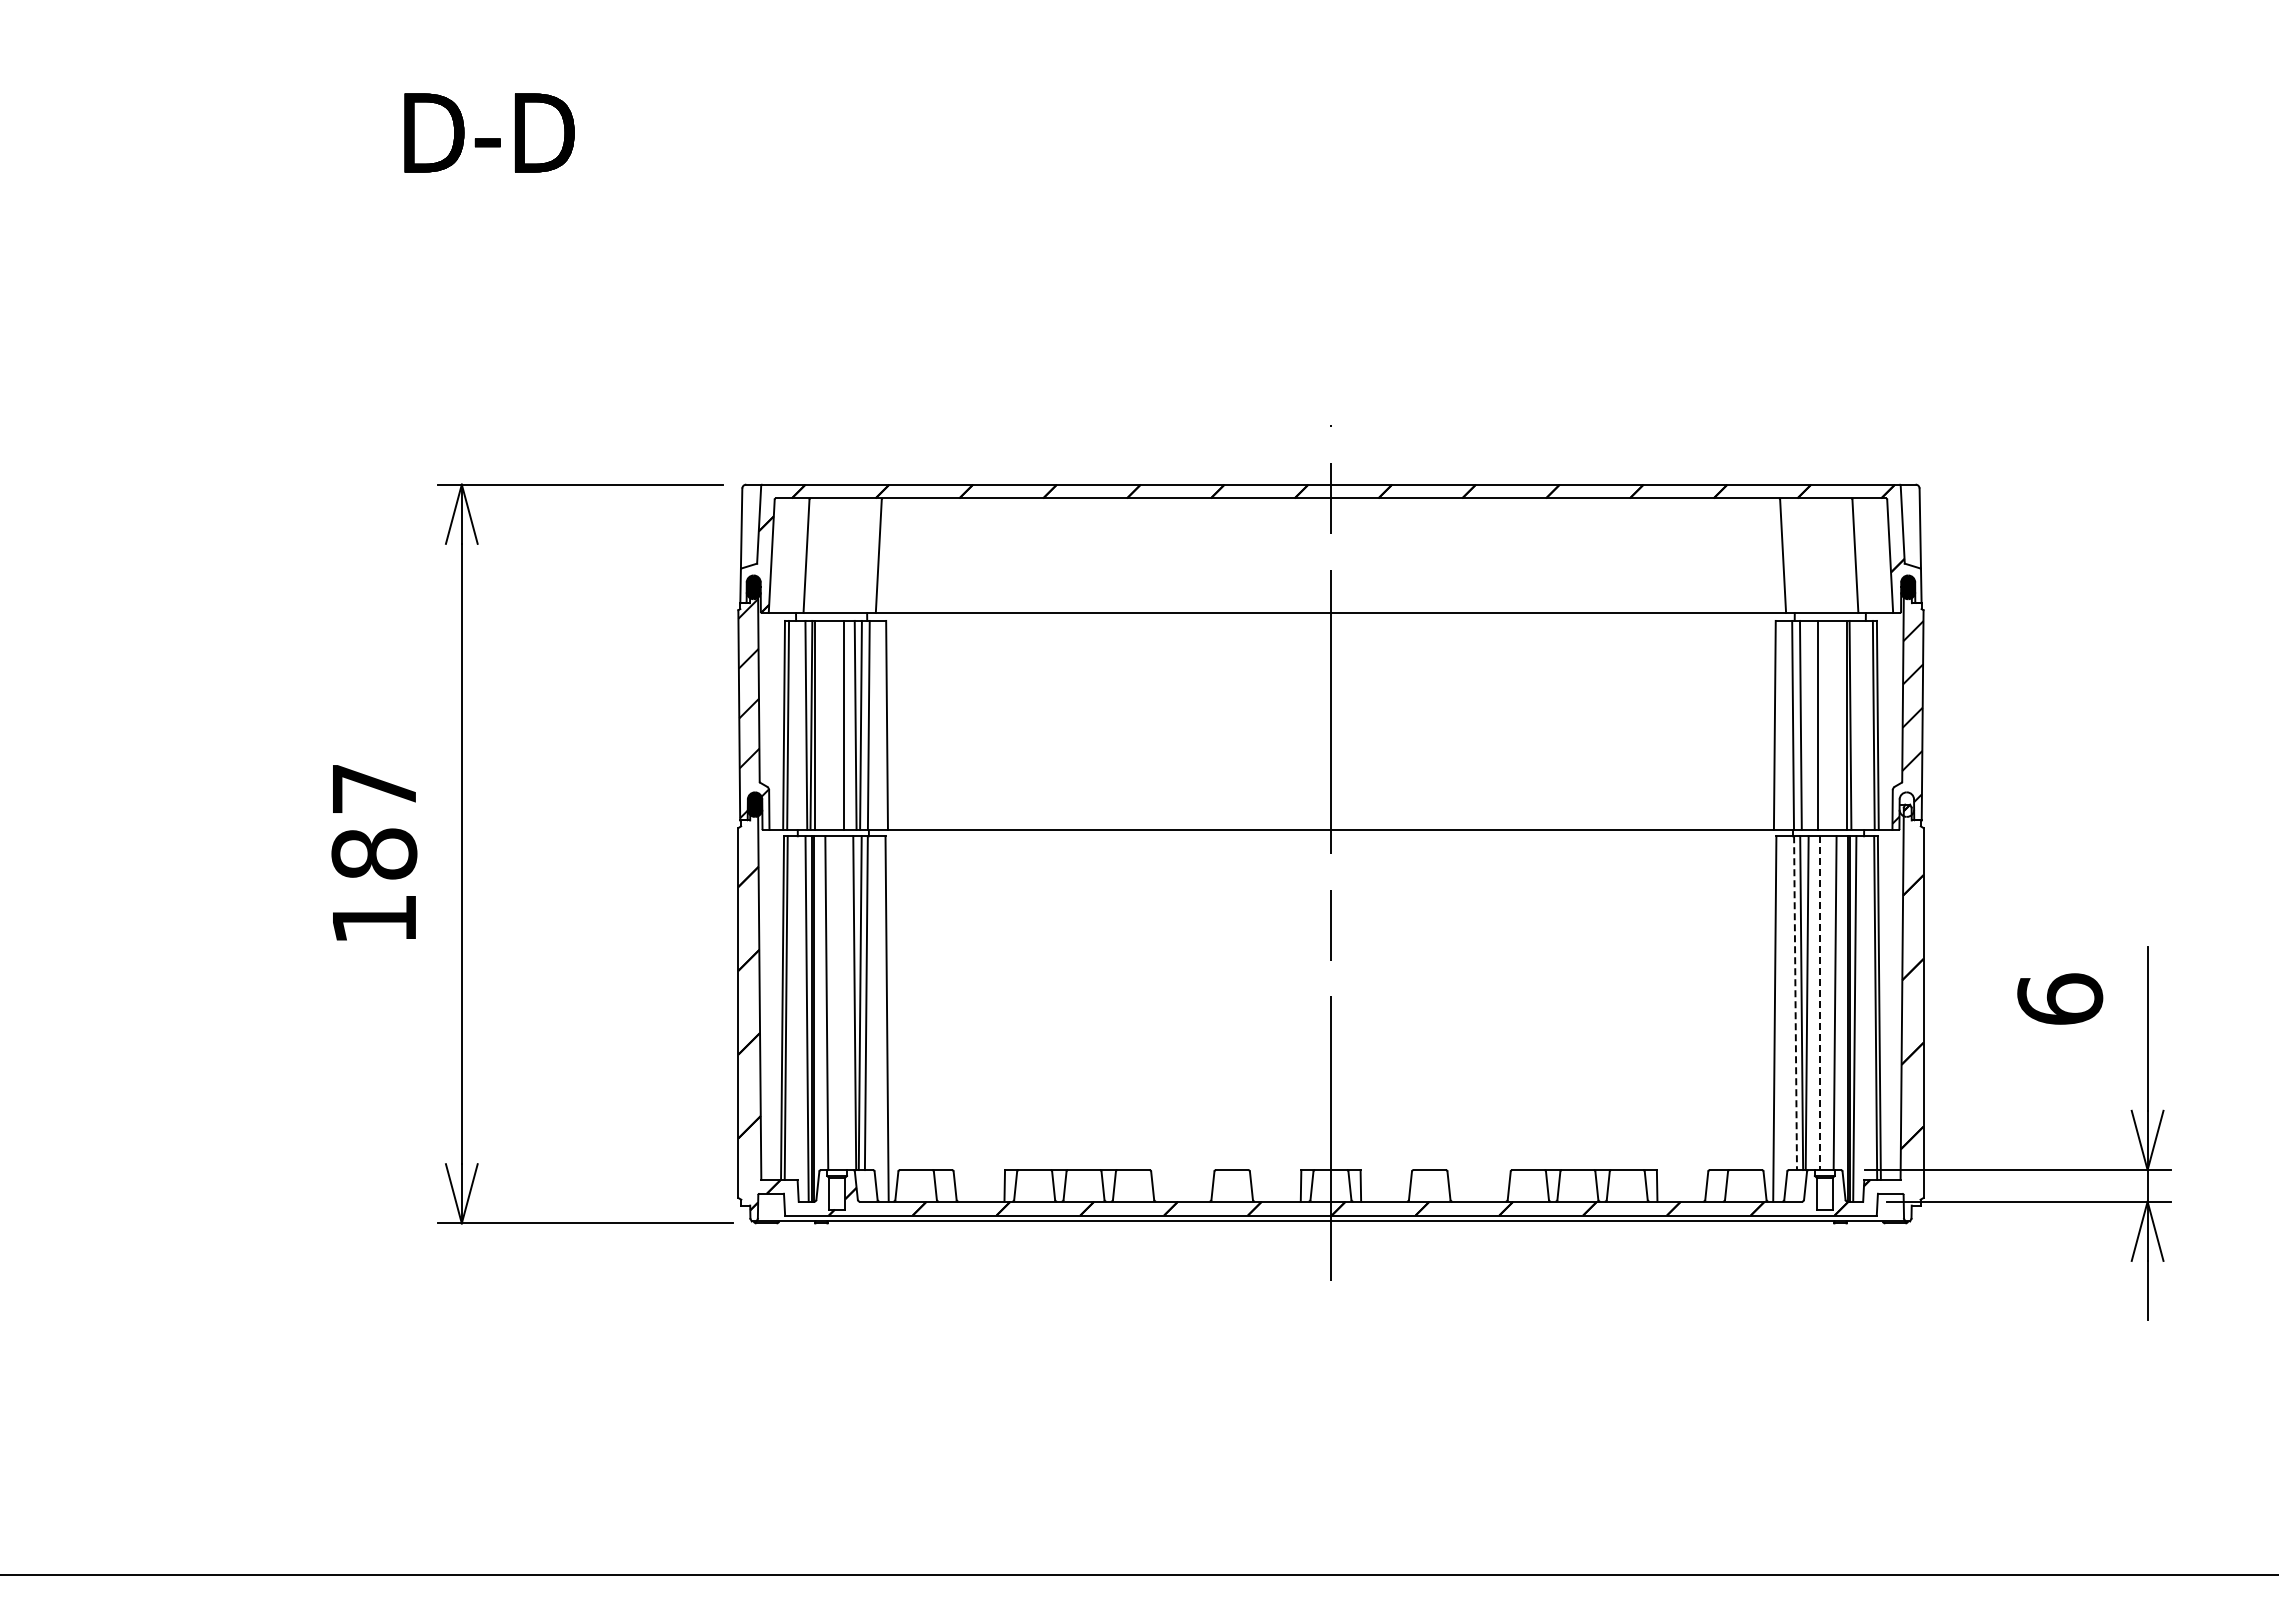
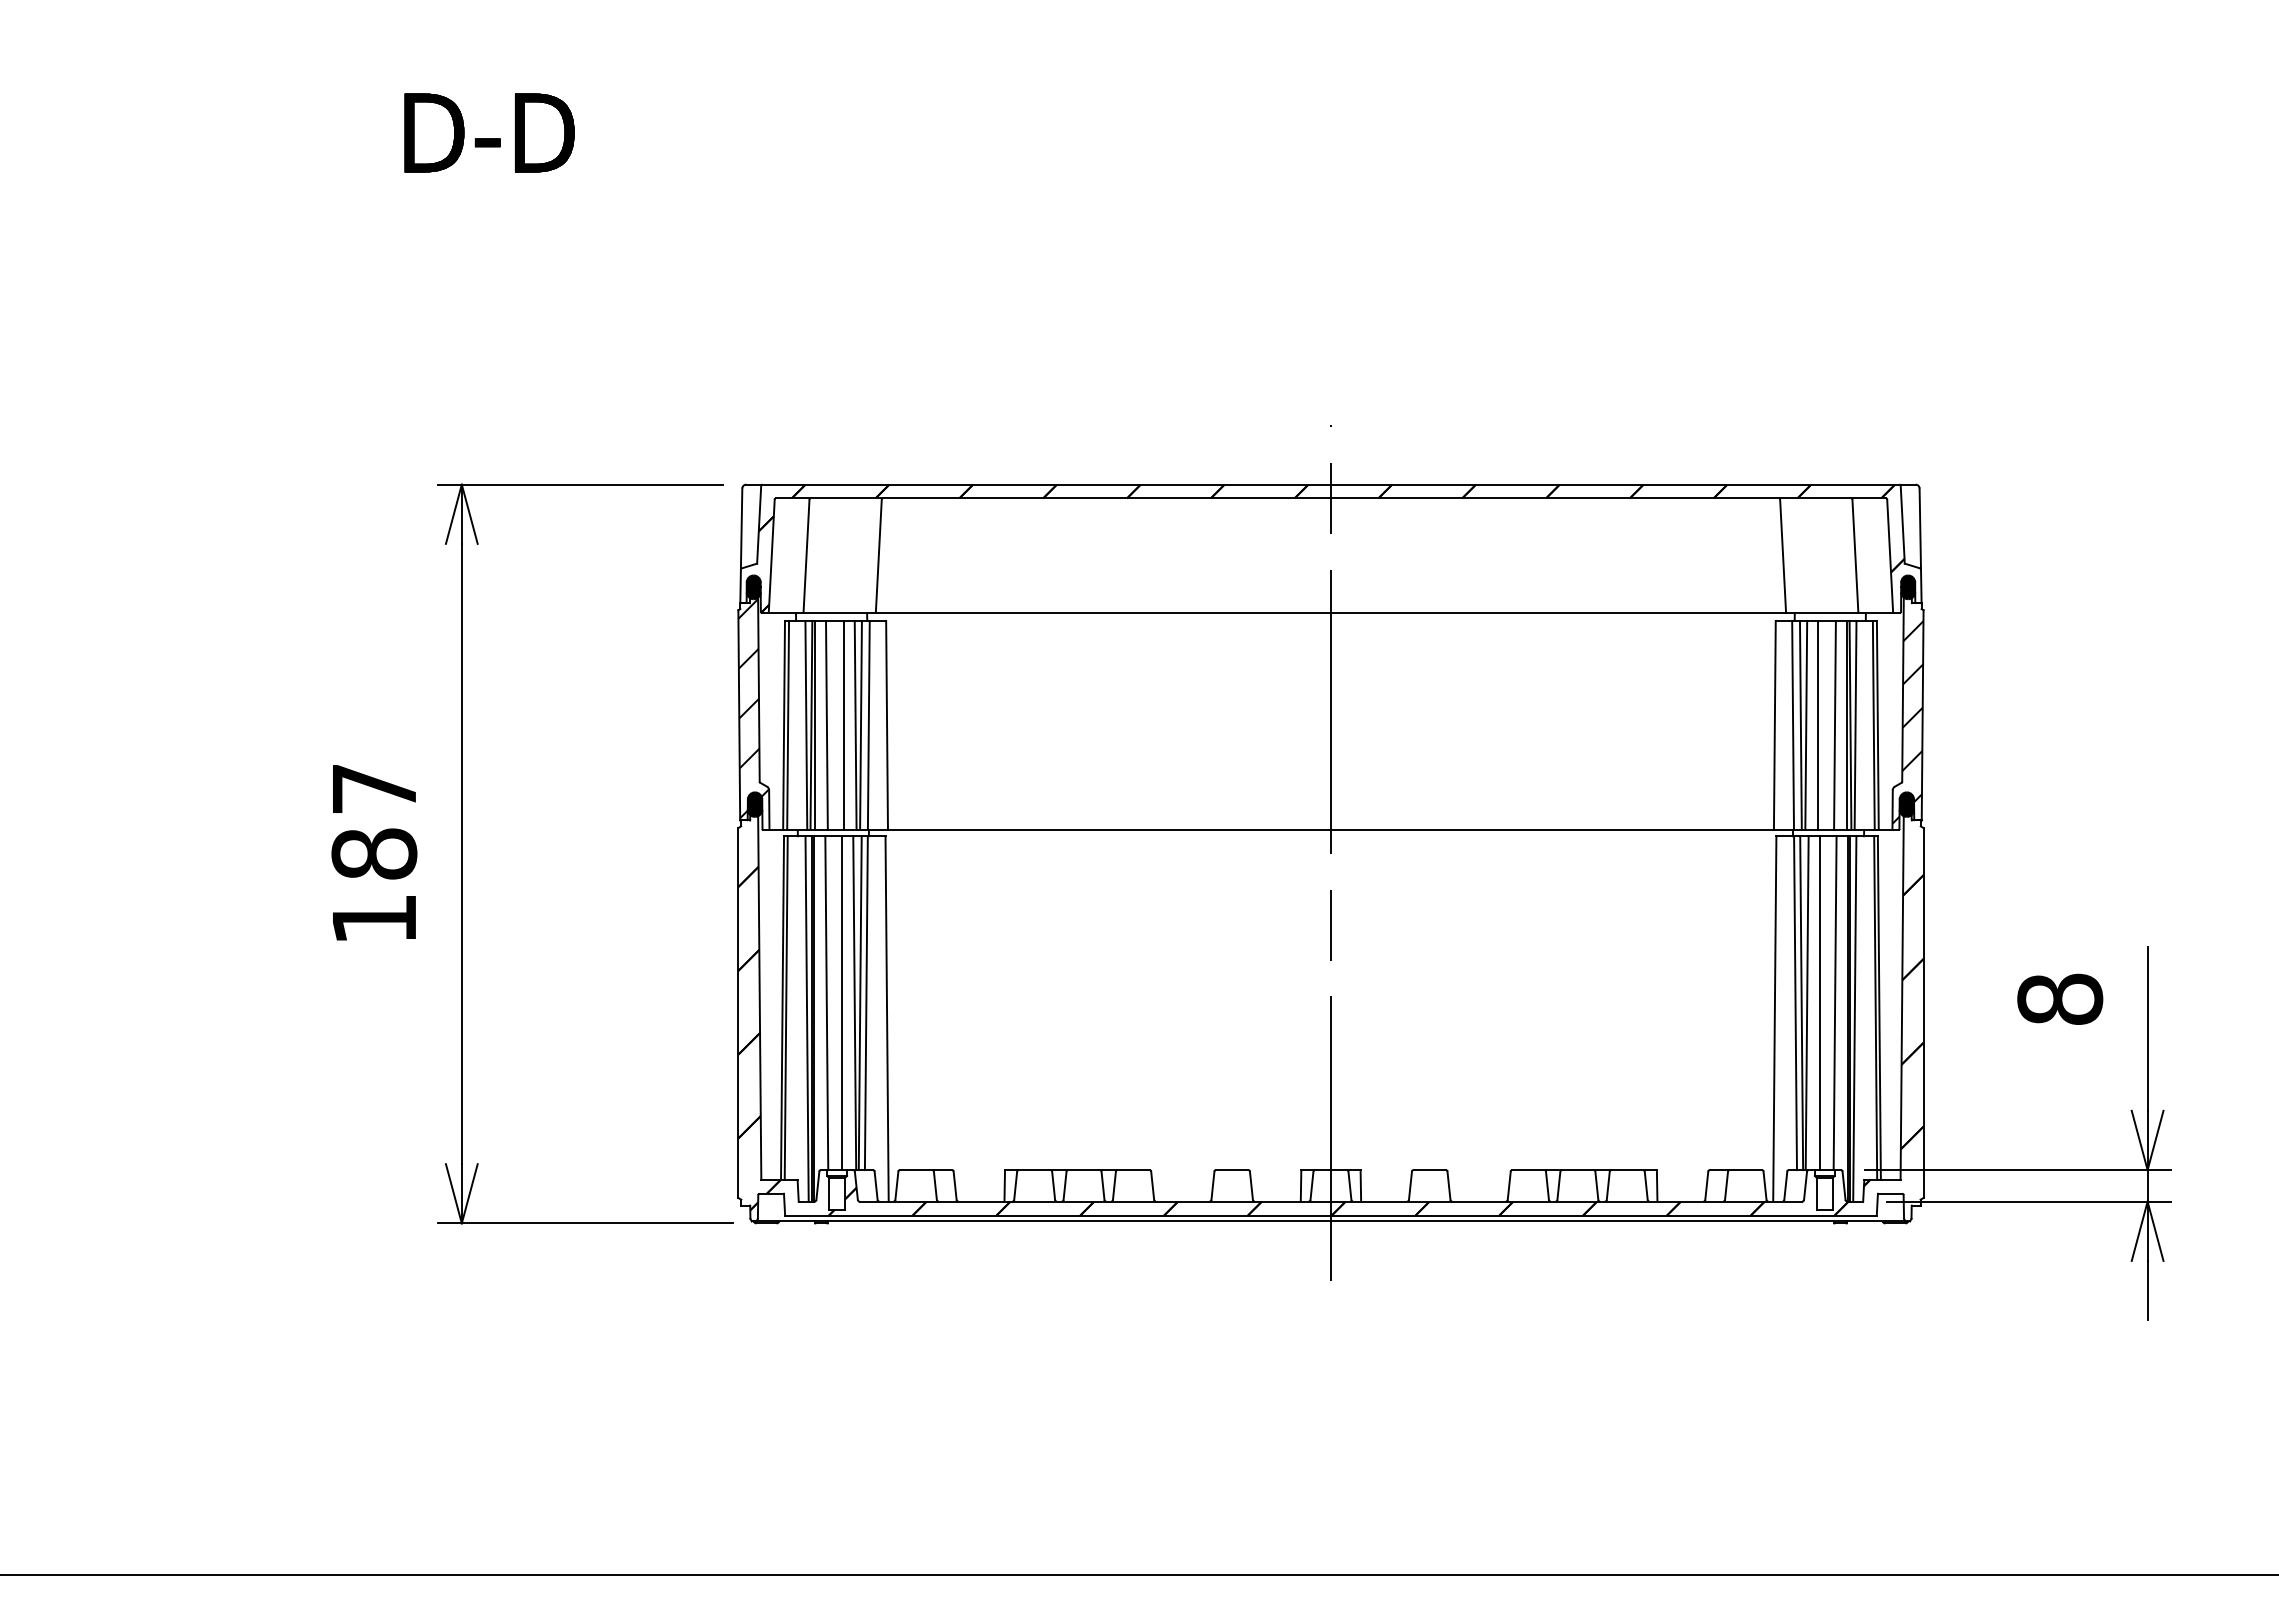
line at (826, 724): none -> present
line at (1806, 724): none -> present
line at (1834, 724): none -> present
line at (1855, 724): none -> present
fill at (1906, 804): none -> present
text at (2060, 998): 6 -> 8
line at (842, 1003): none -> present
line at (1795, 1003): dashed -> solid
line at (1819, 1003): dashed -> solid
